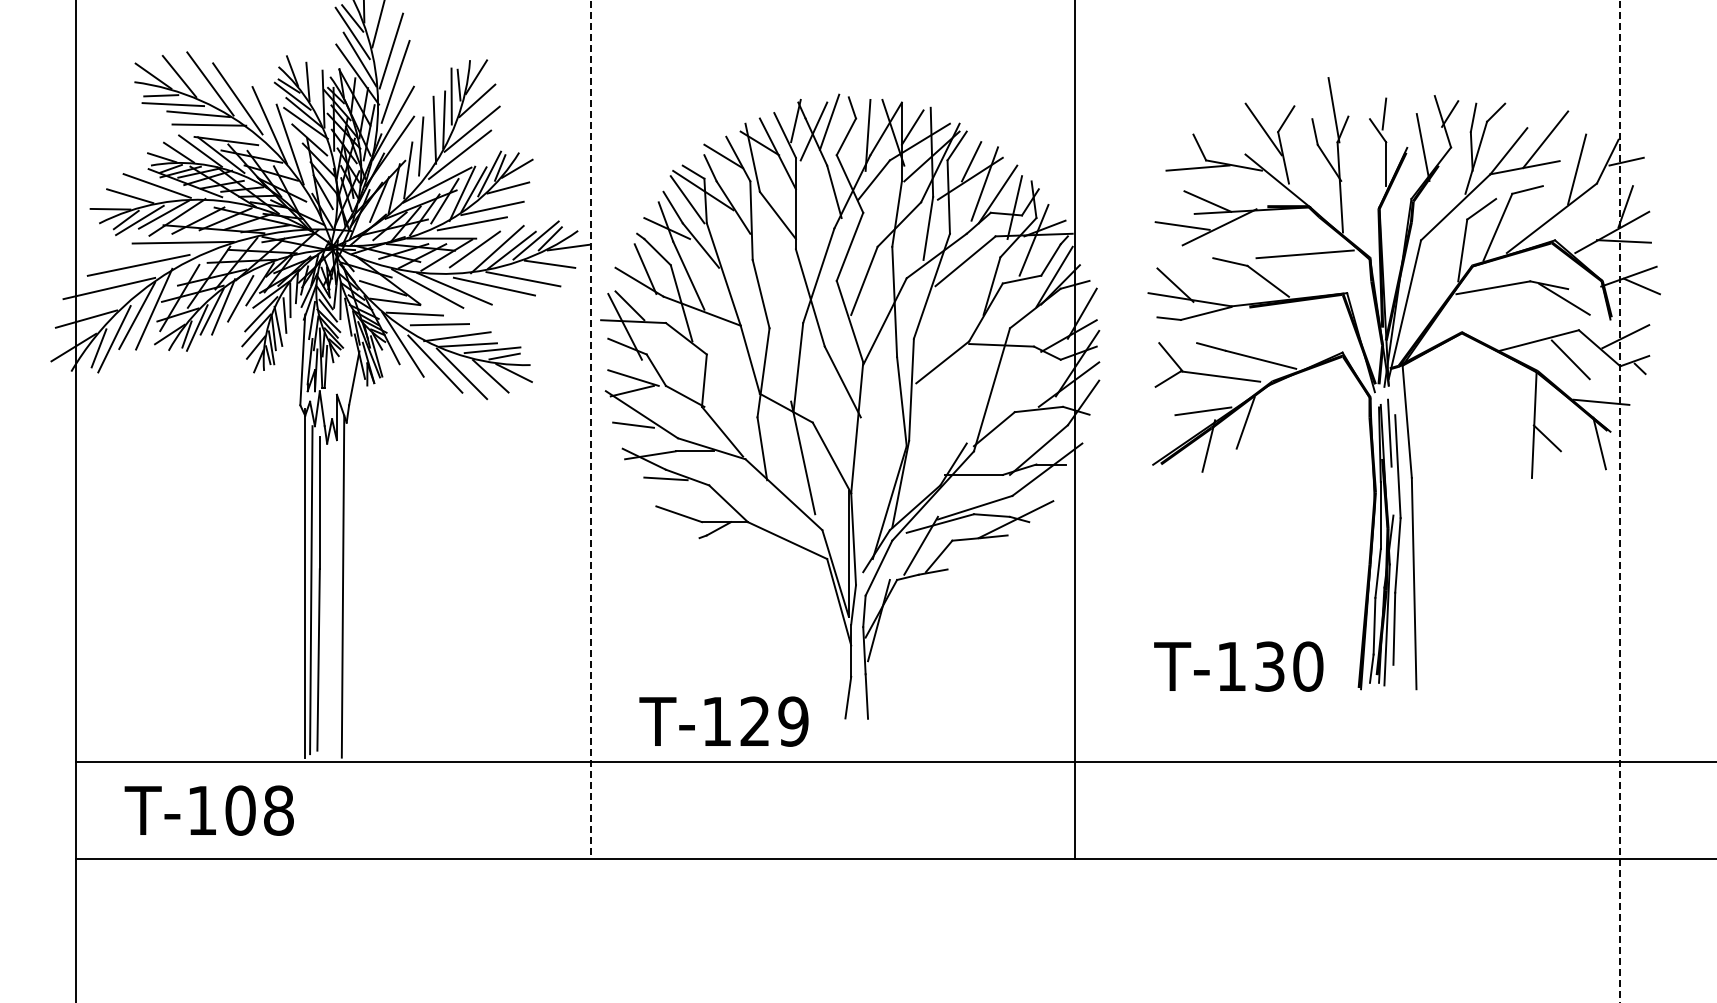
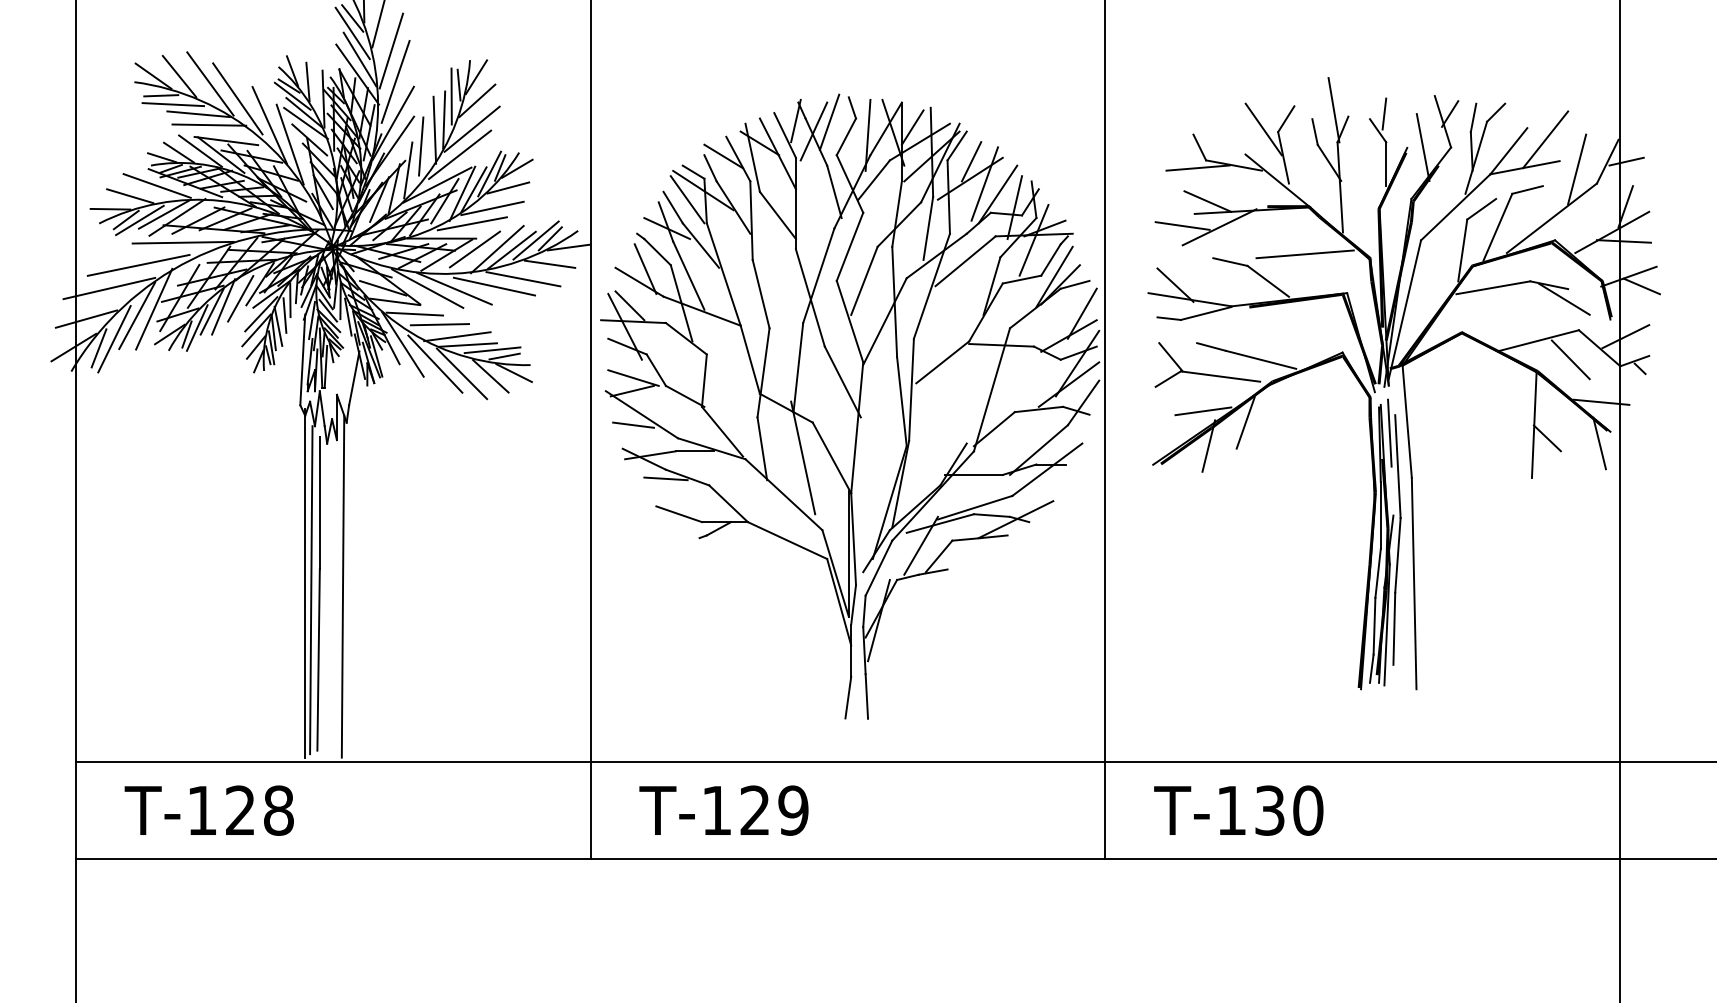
line at (590, 430): dashed -> solid
line at (1075, 430) position: (1075, 430) -> (1105, 430)
line at (1620, 501): dashed -> solid
text at (1238, 666) position: (1238, 666) -> (1238, 810)
text at (723, 721) position: (723, 721) -> (723, 810)
text at (240, 810): T-108 -> T-128
